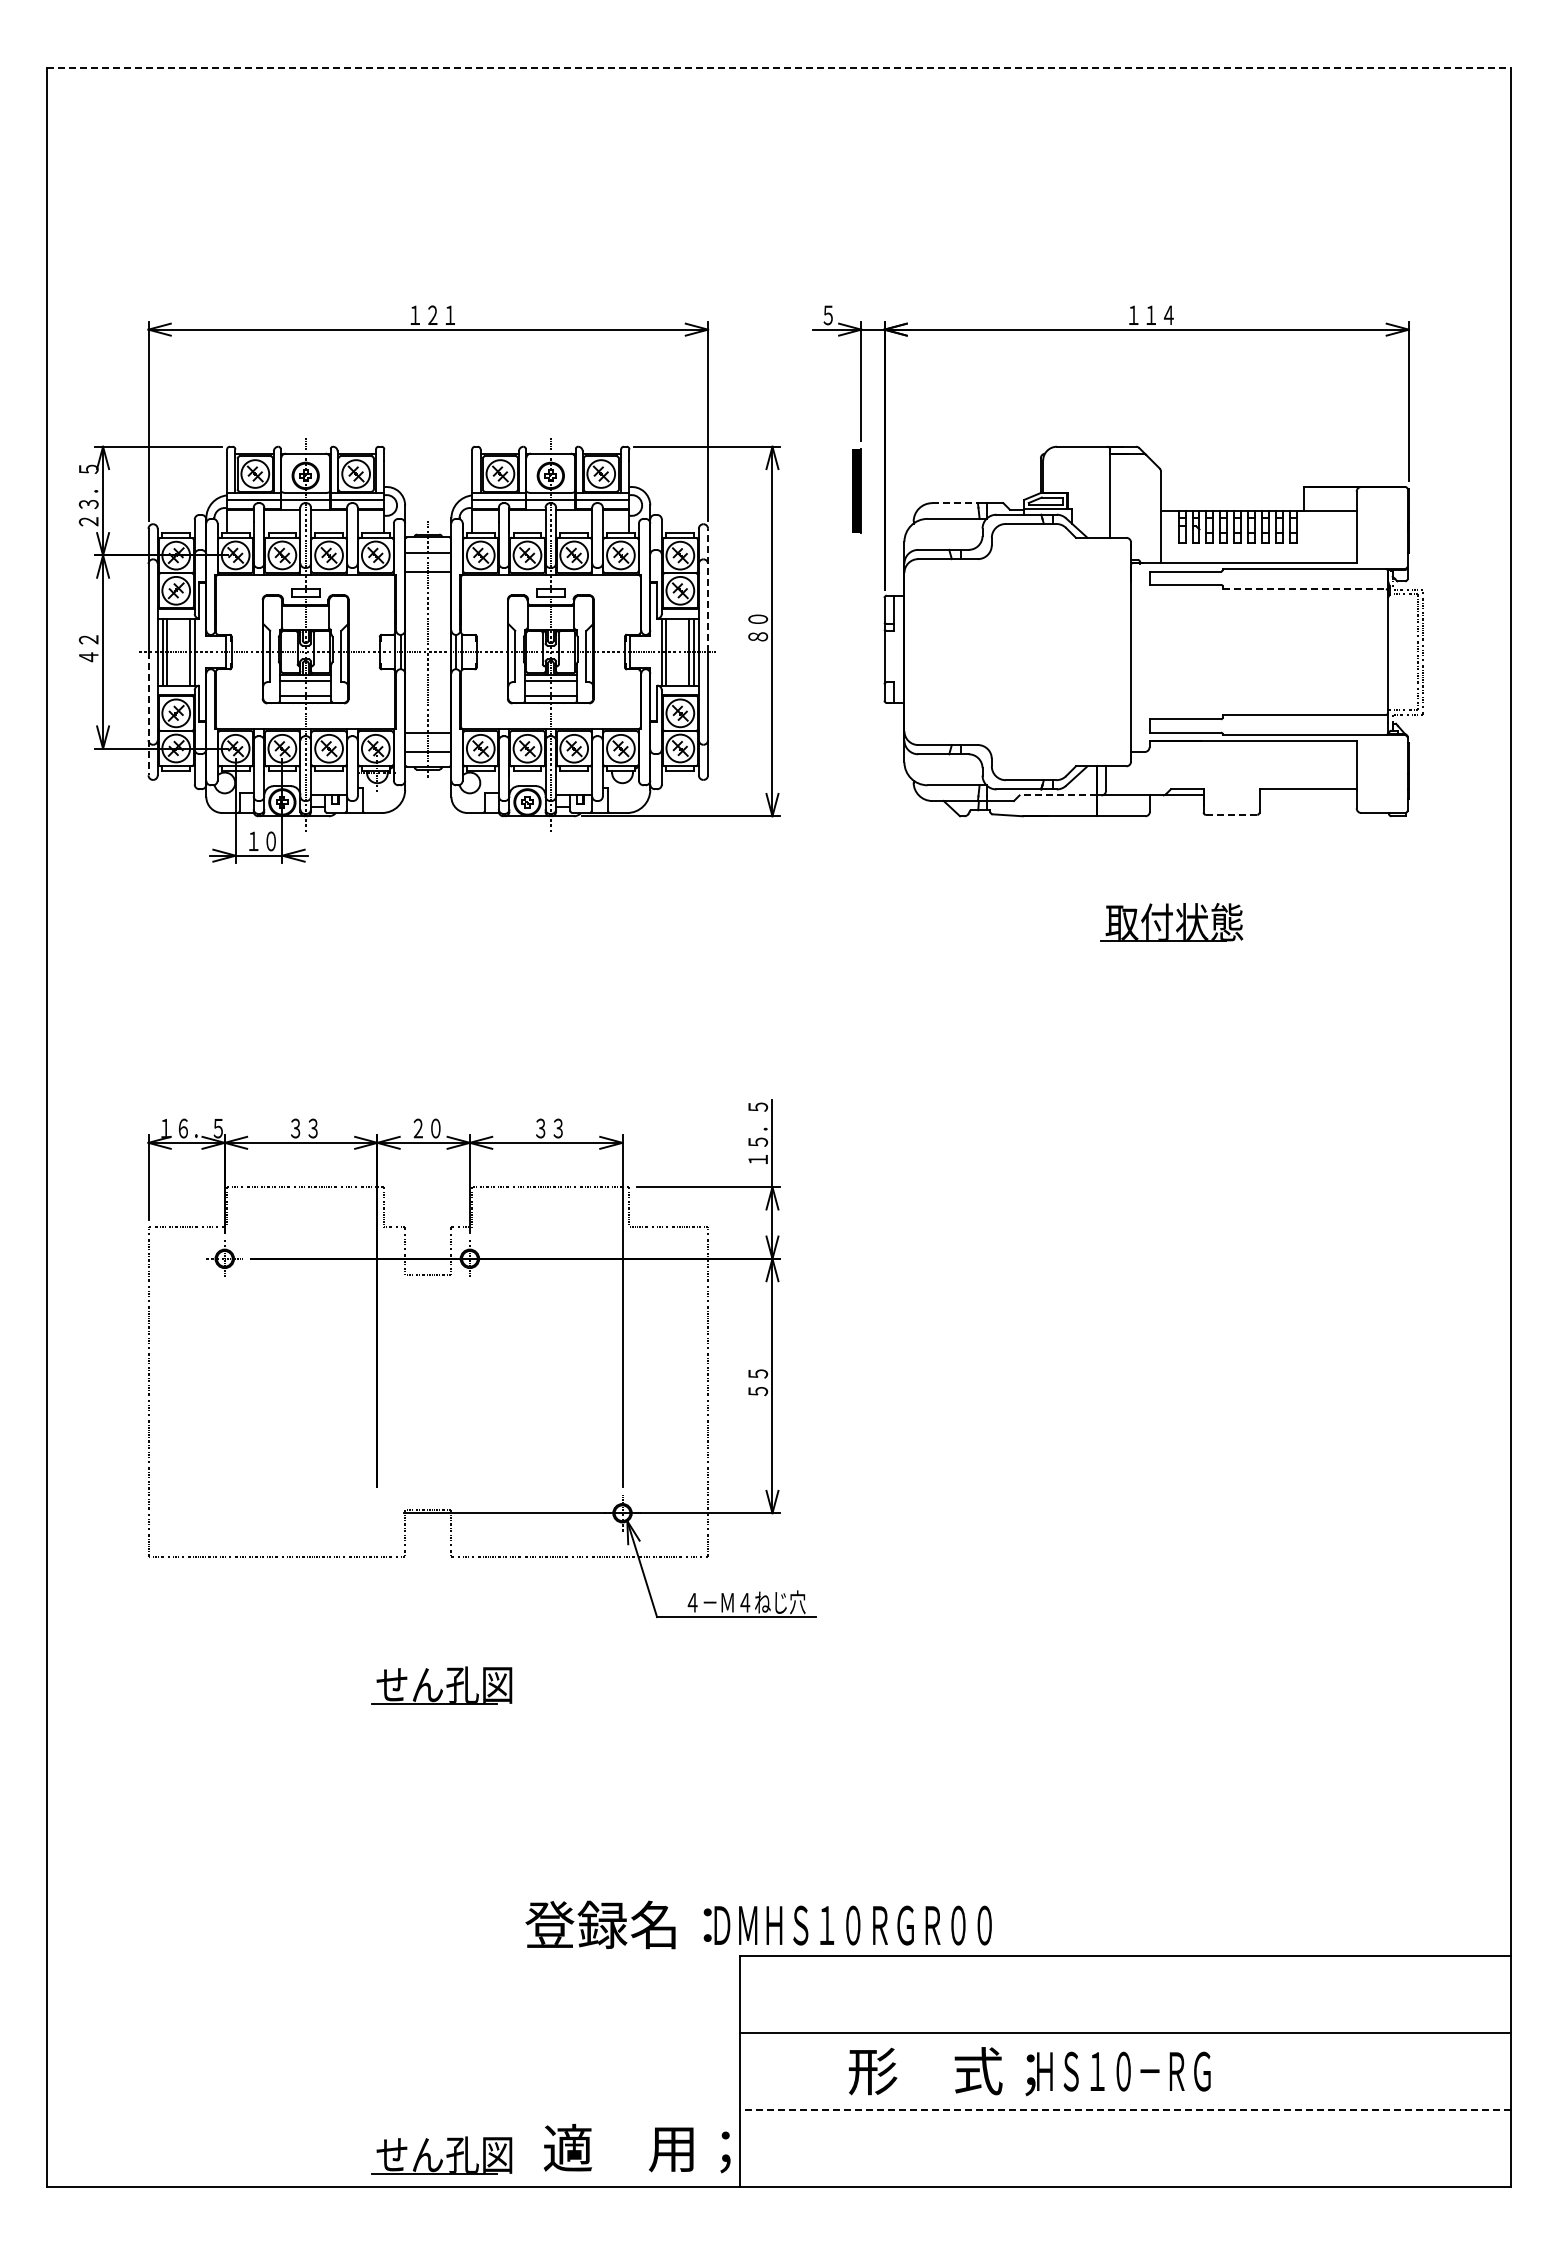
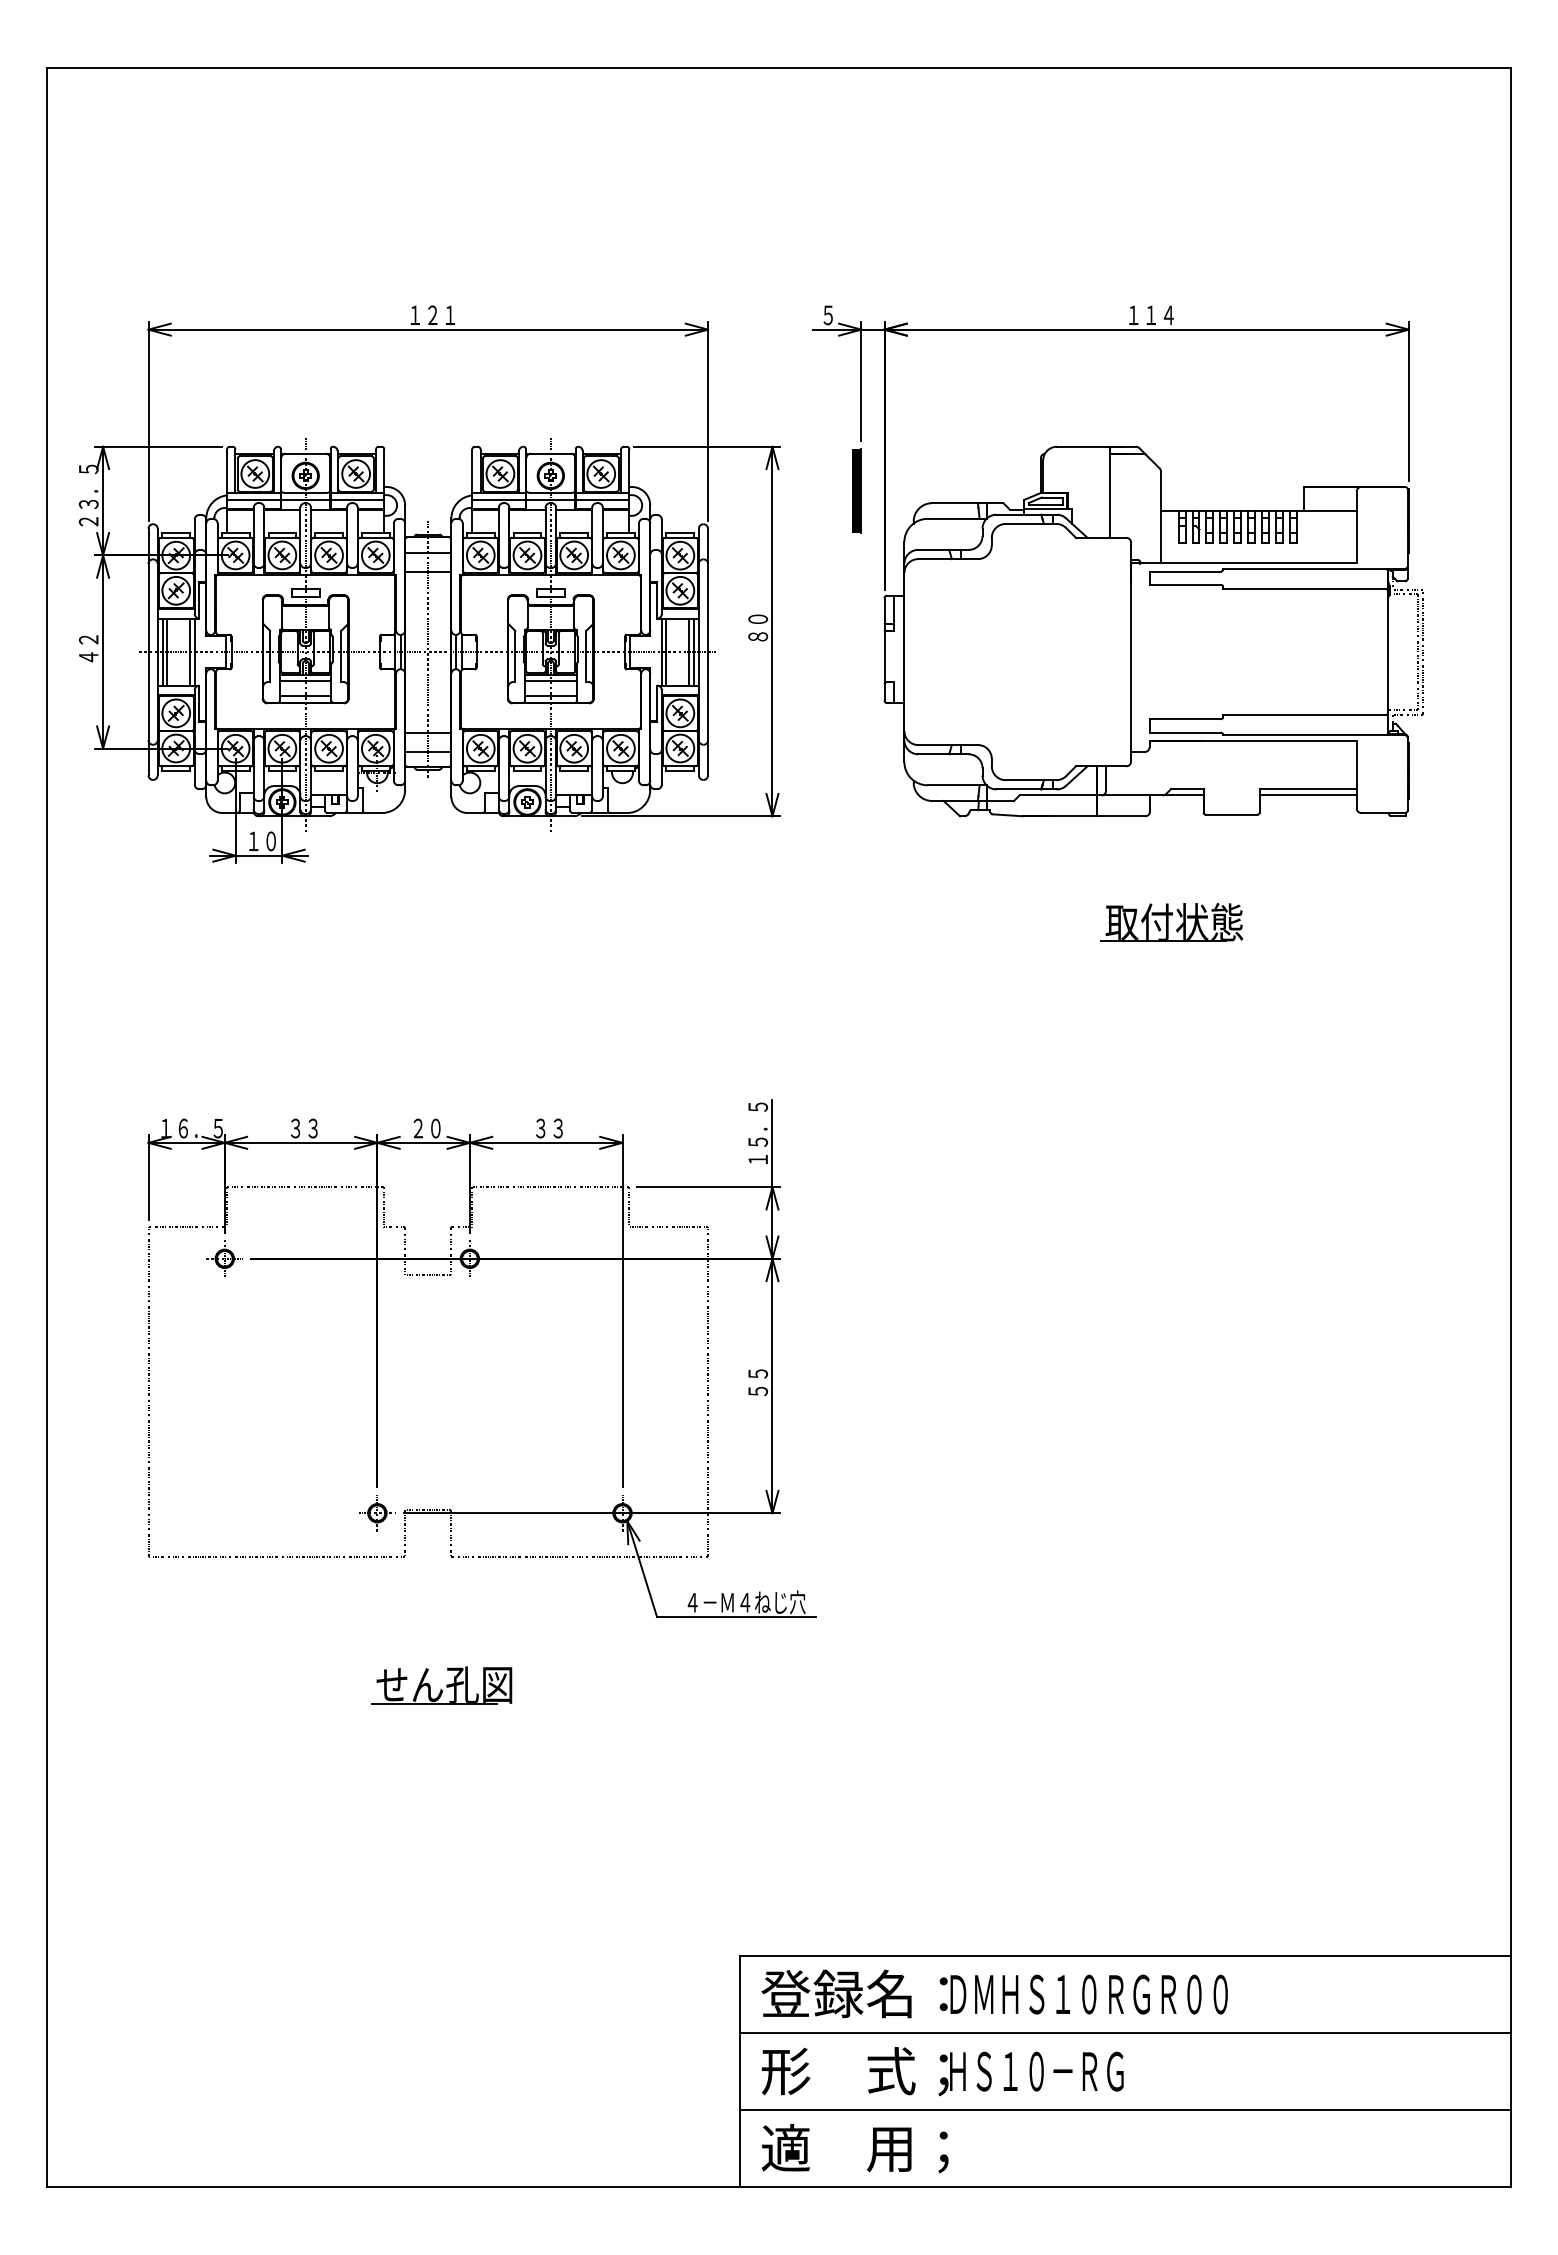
line at (779, 67): dashed -> solid
line at (955, 503): dashed -> solid
line at (1304, 589): dashed -> solid
line at (708, 590): dashed -> solid
line at (148, 713): dashed -> solid
line at (1058, 795): dashed -> solid
line at (1307, 795): none -> present
line at (1231, 814): dashed -> solid
part at (377, 1513): none -> present
text at (758, 1924) position: (758, 1924) -> (994, 1993)
text at (1029, 2071) position: (1029, 2071) -> (942, 2071)
line at (1125, 2110): dashed -> solid
text at (636, 2148) position: (636, 2148) -> (854, 2148)
part at (441, 2155): present -> none
